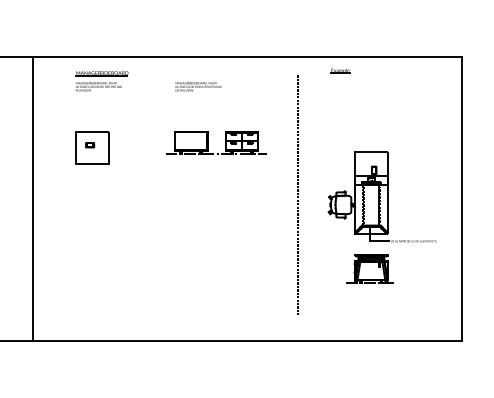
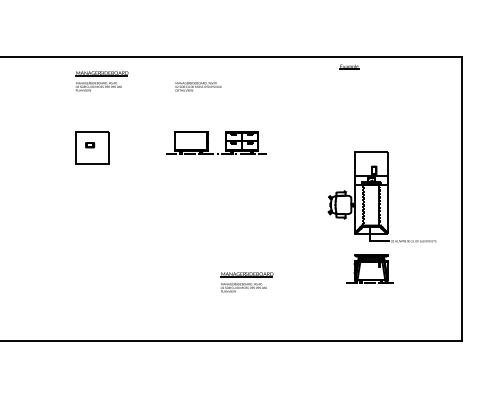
part at (340, 70) position: (340, 70) -> (349, 66)
line at (297, 195): present -> none
line at (32, 198): present -> none
part at (246, 282): none -> present
